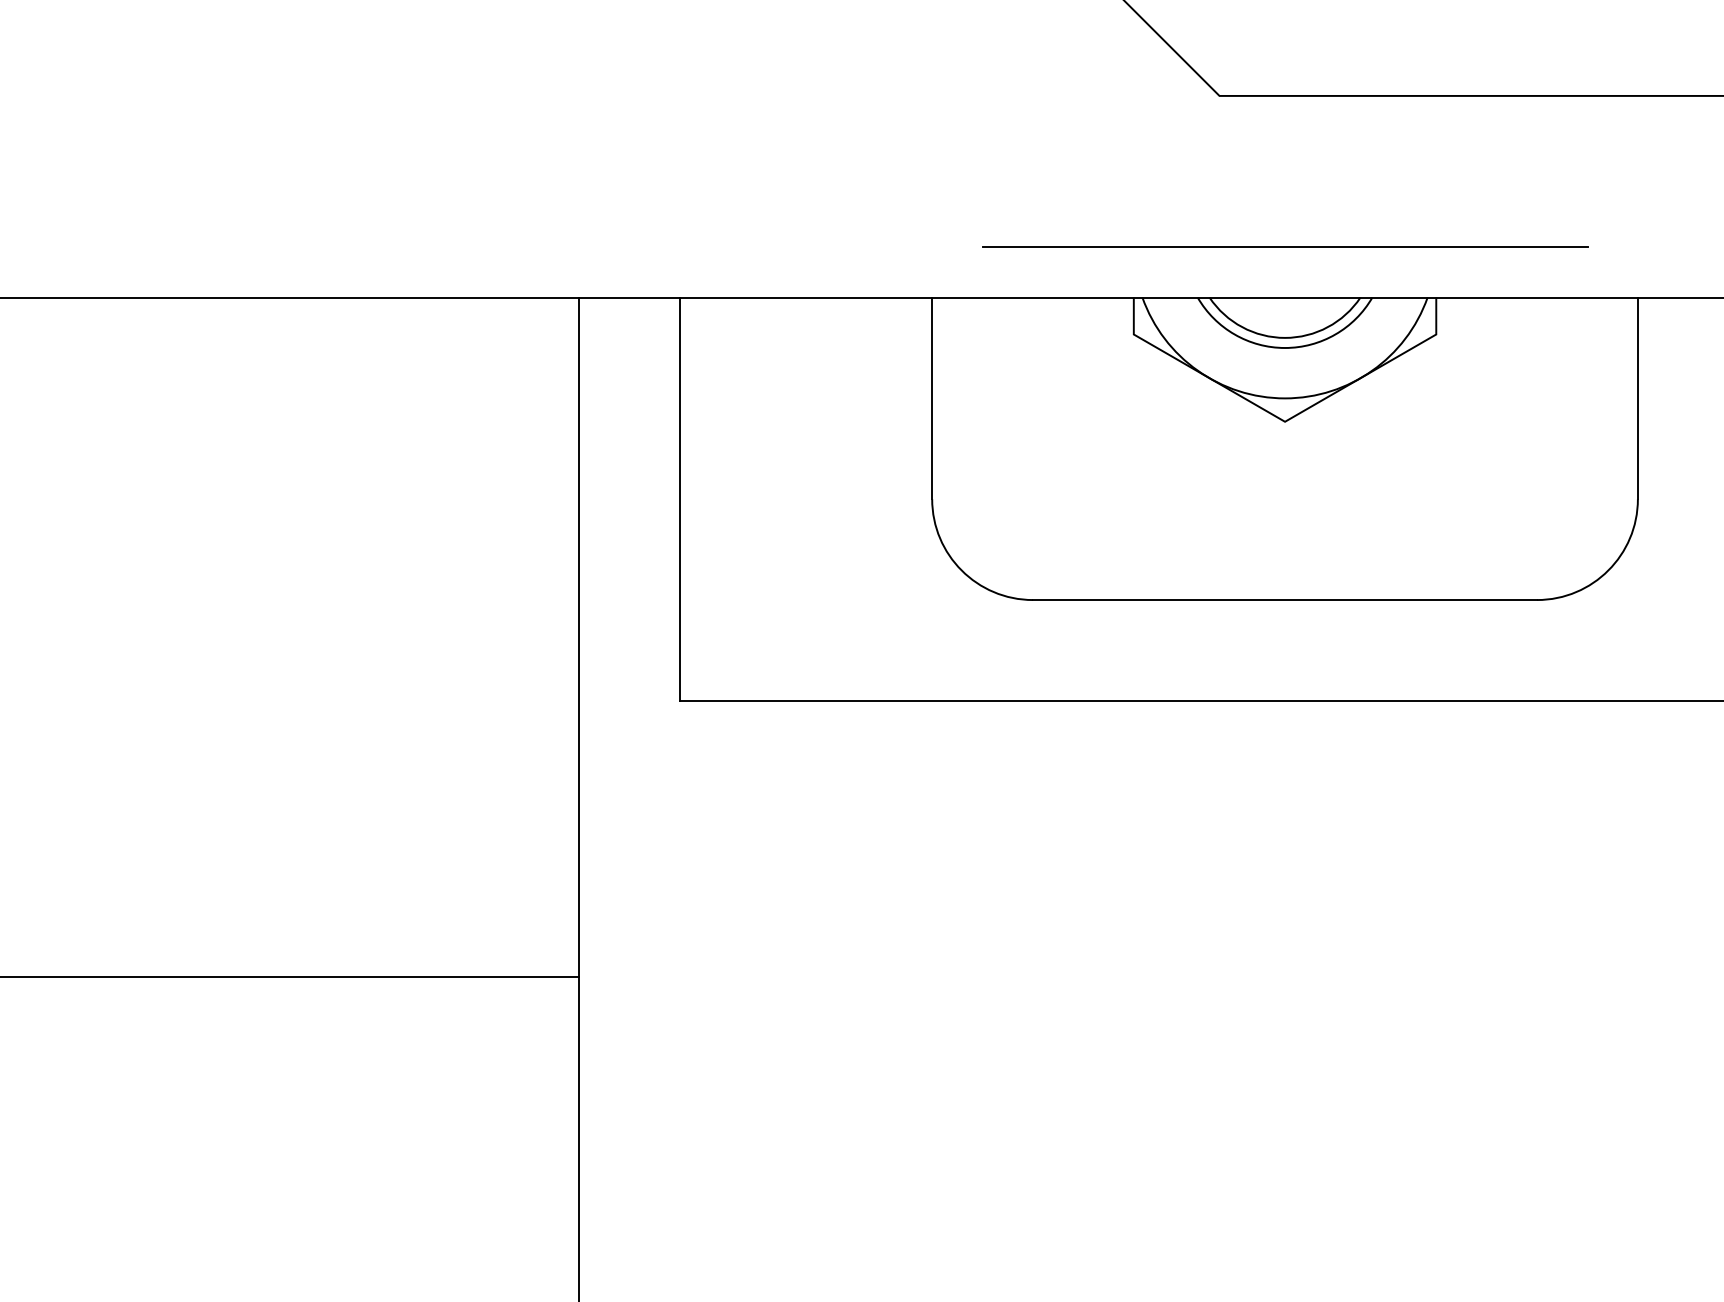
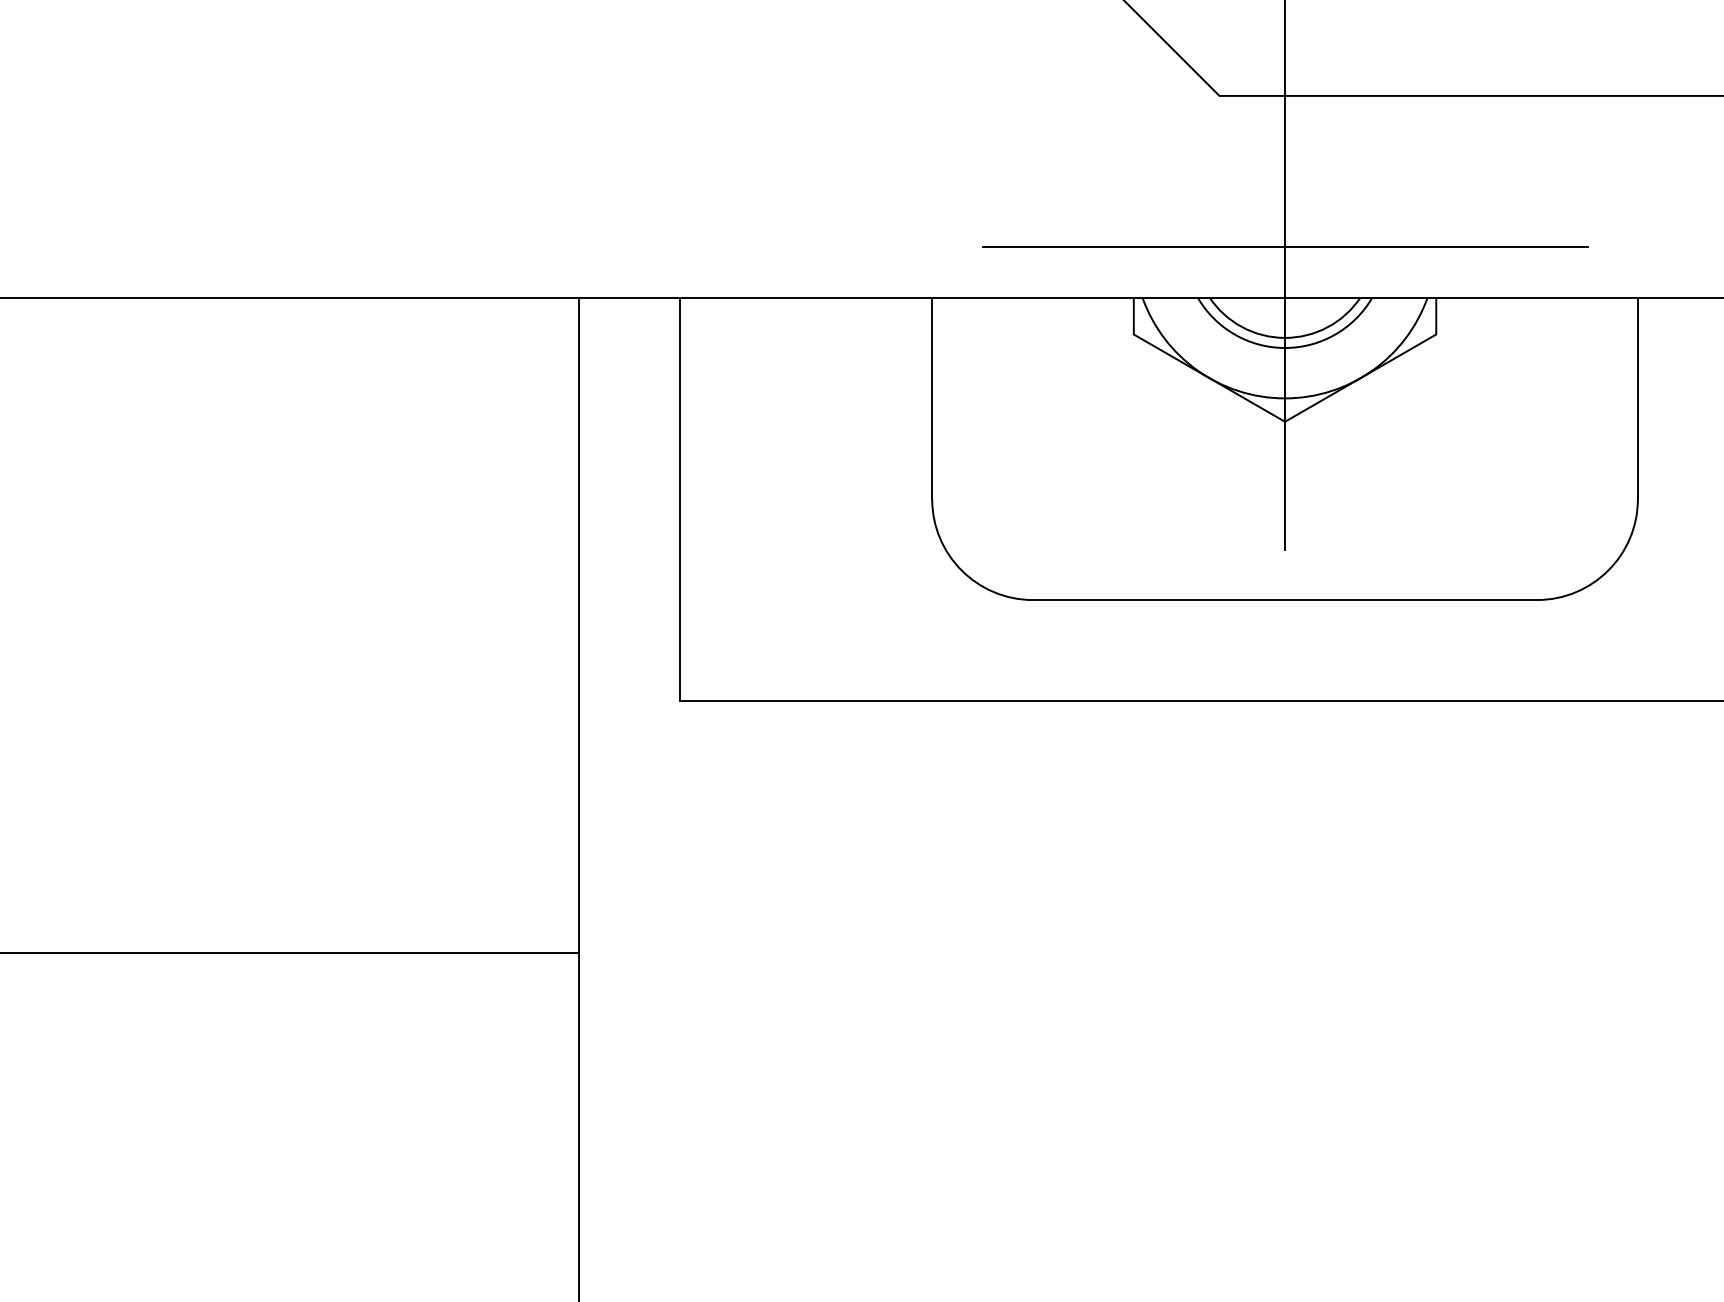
line at (1285, 275): none -> present
line at (290, 976) position: (290, 976) -> (290, 952)
